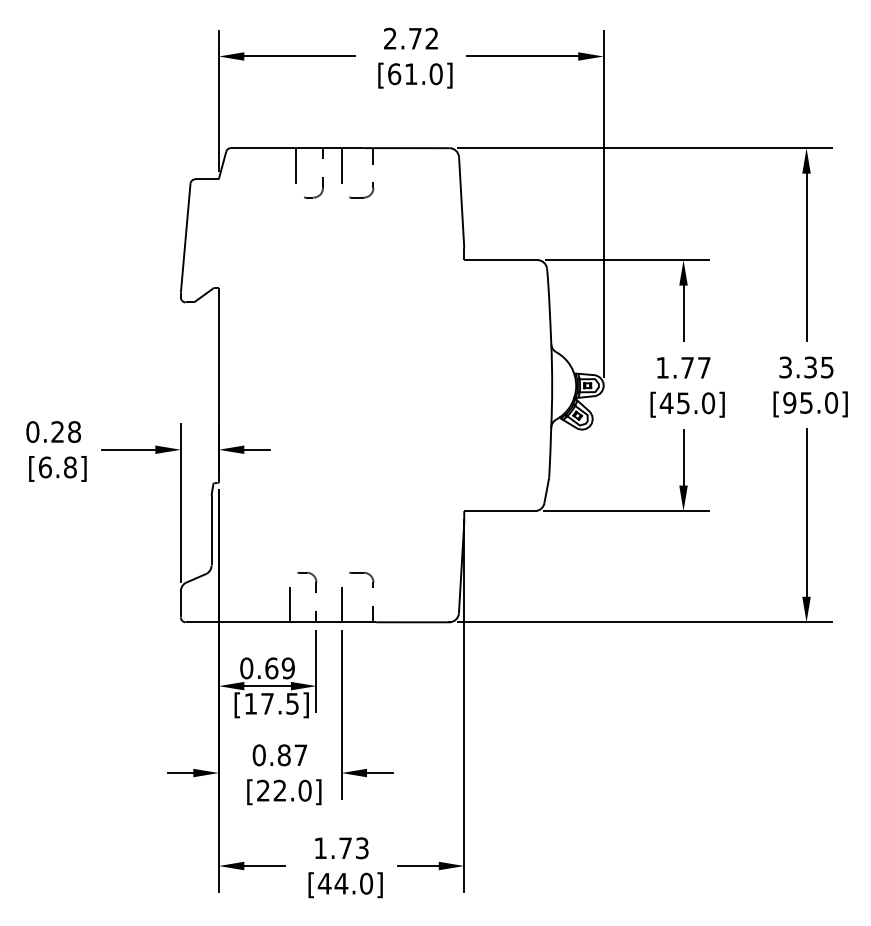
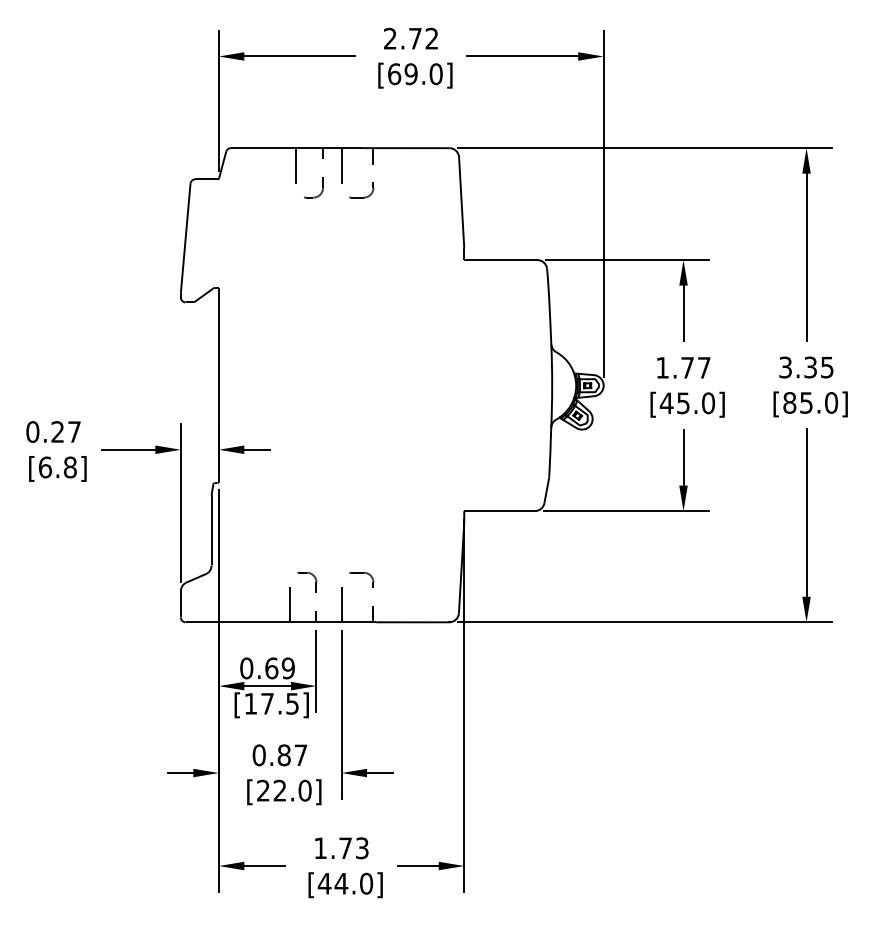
text at (410, 74): [61.0] -> [69.0]
text at (789, 402): [95.0] -> [85.0]
text at (74, 431): 0.28 -> 0.27
